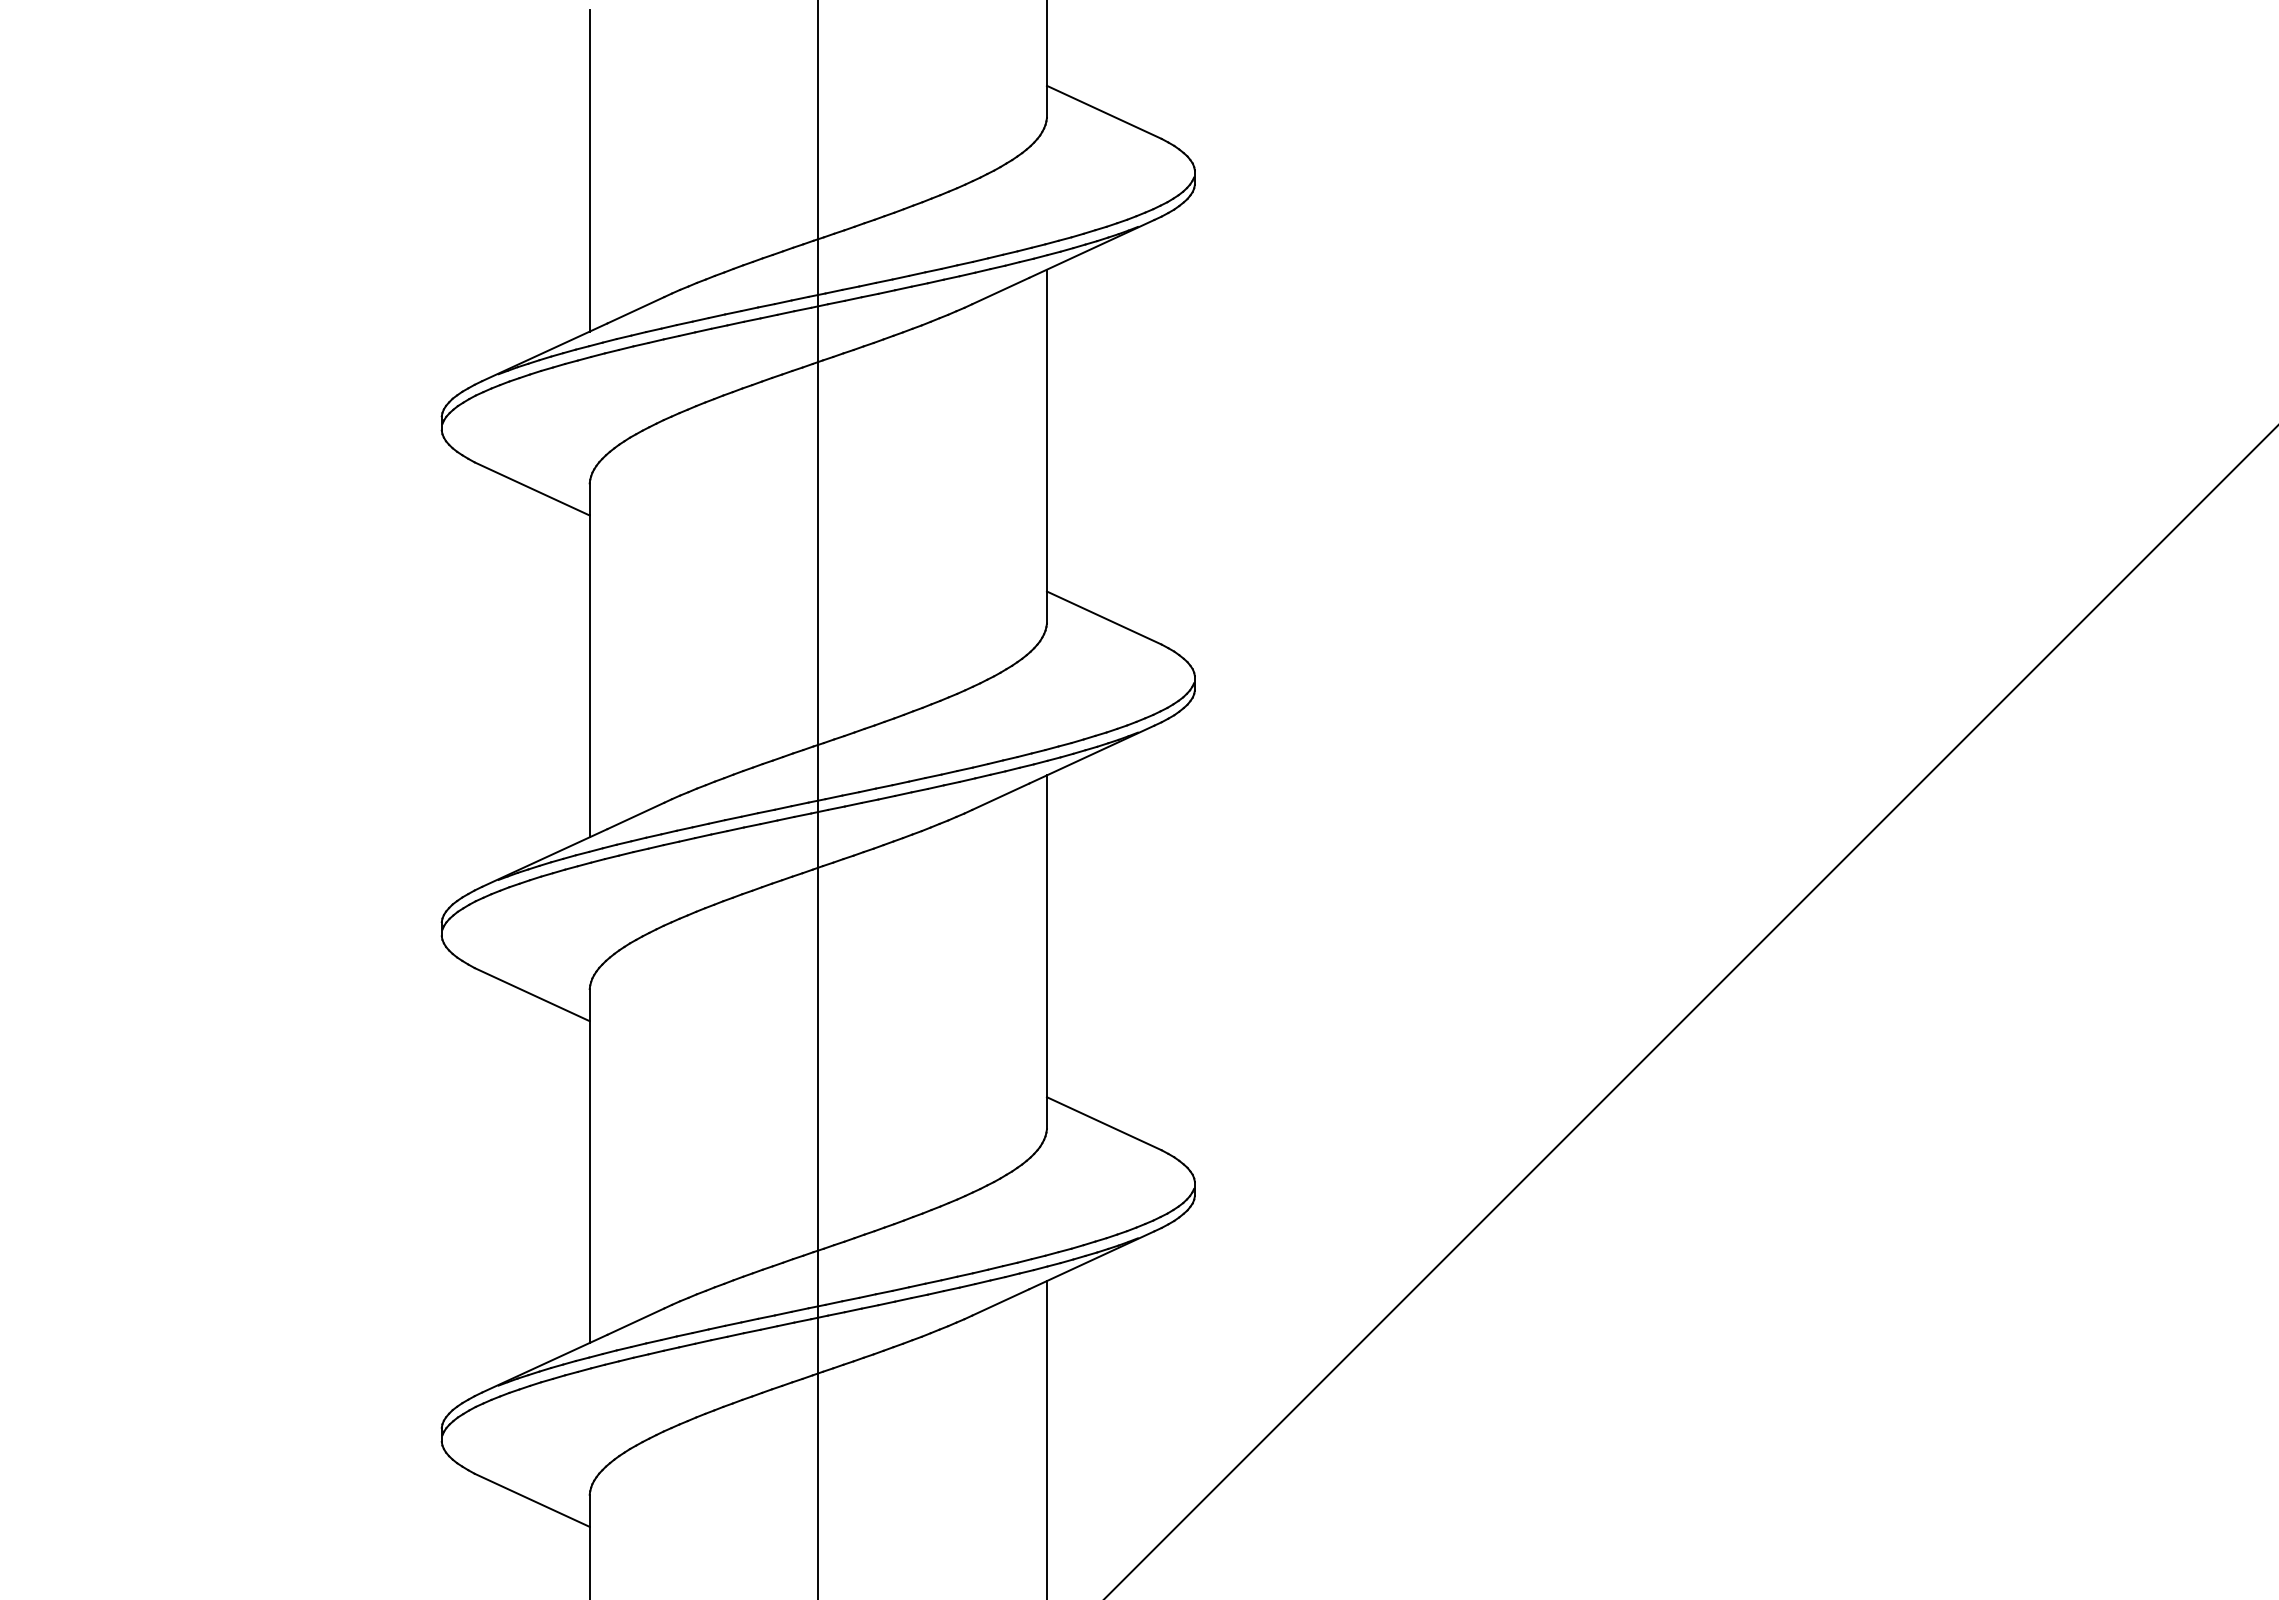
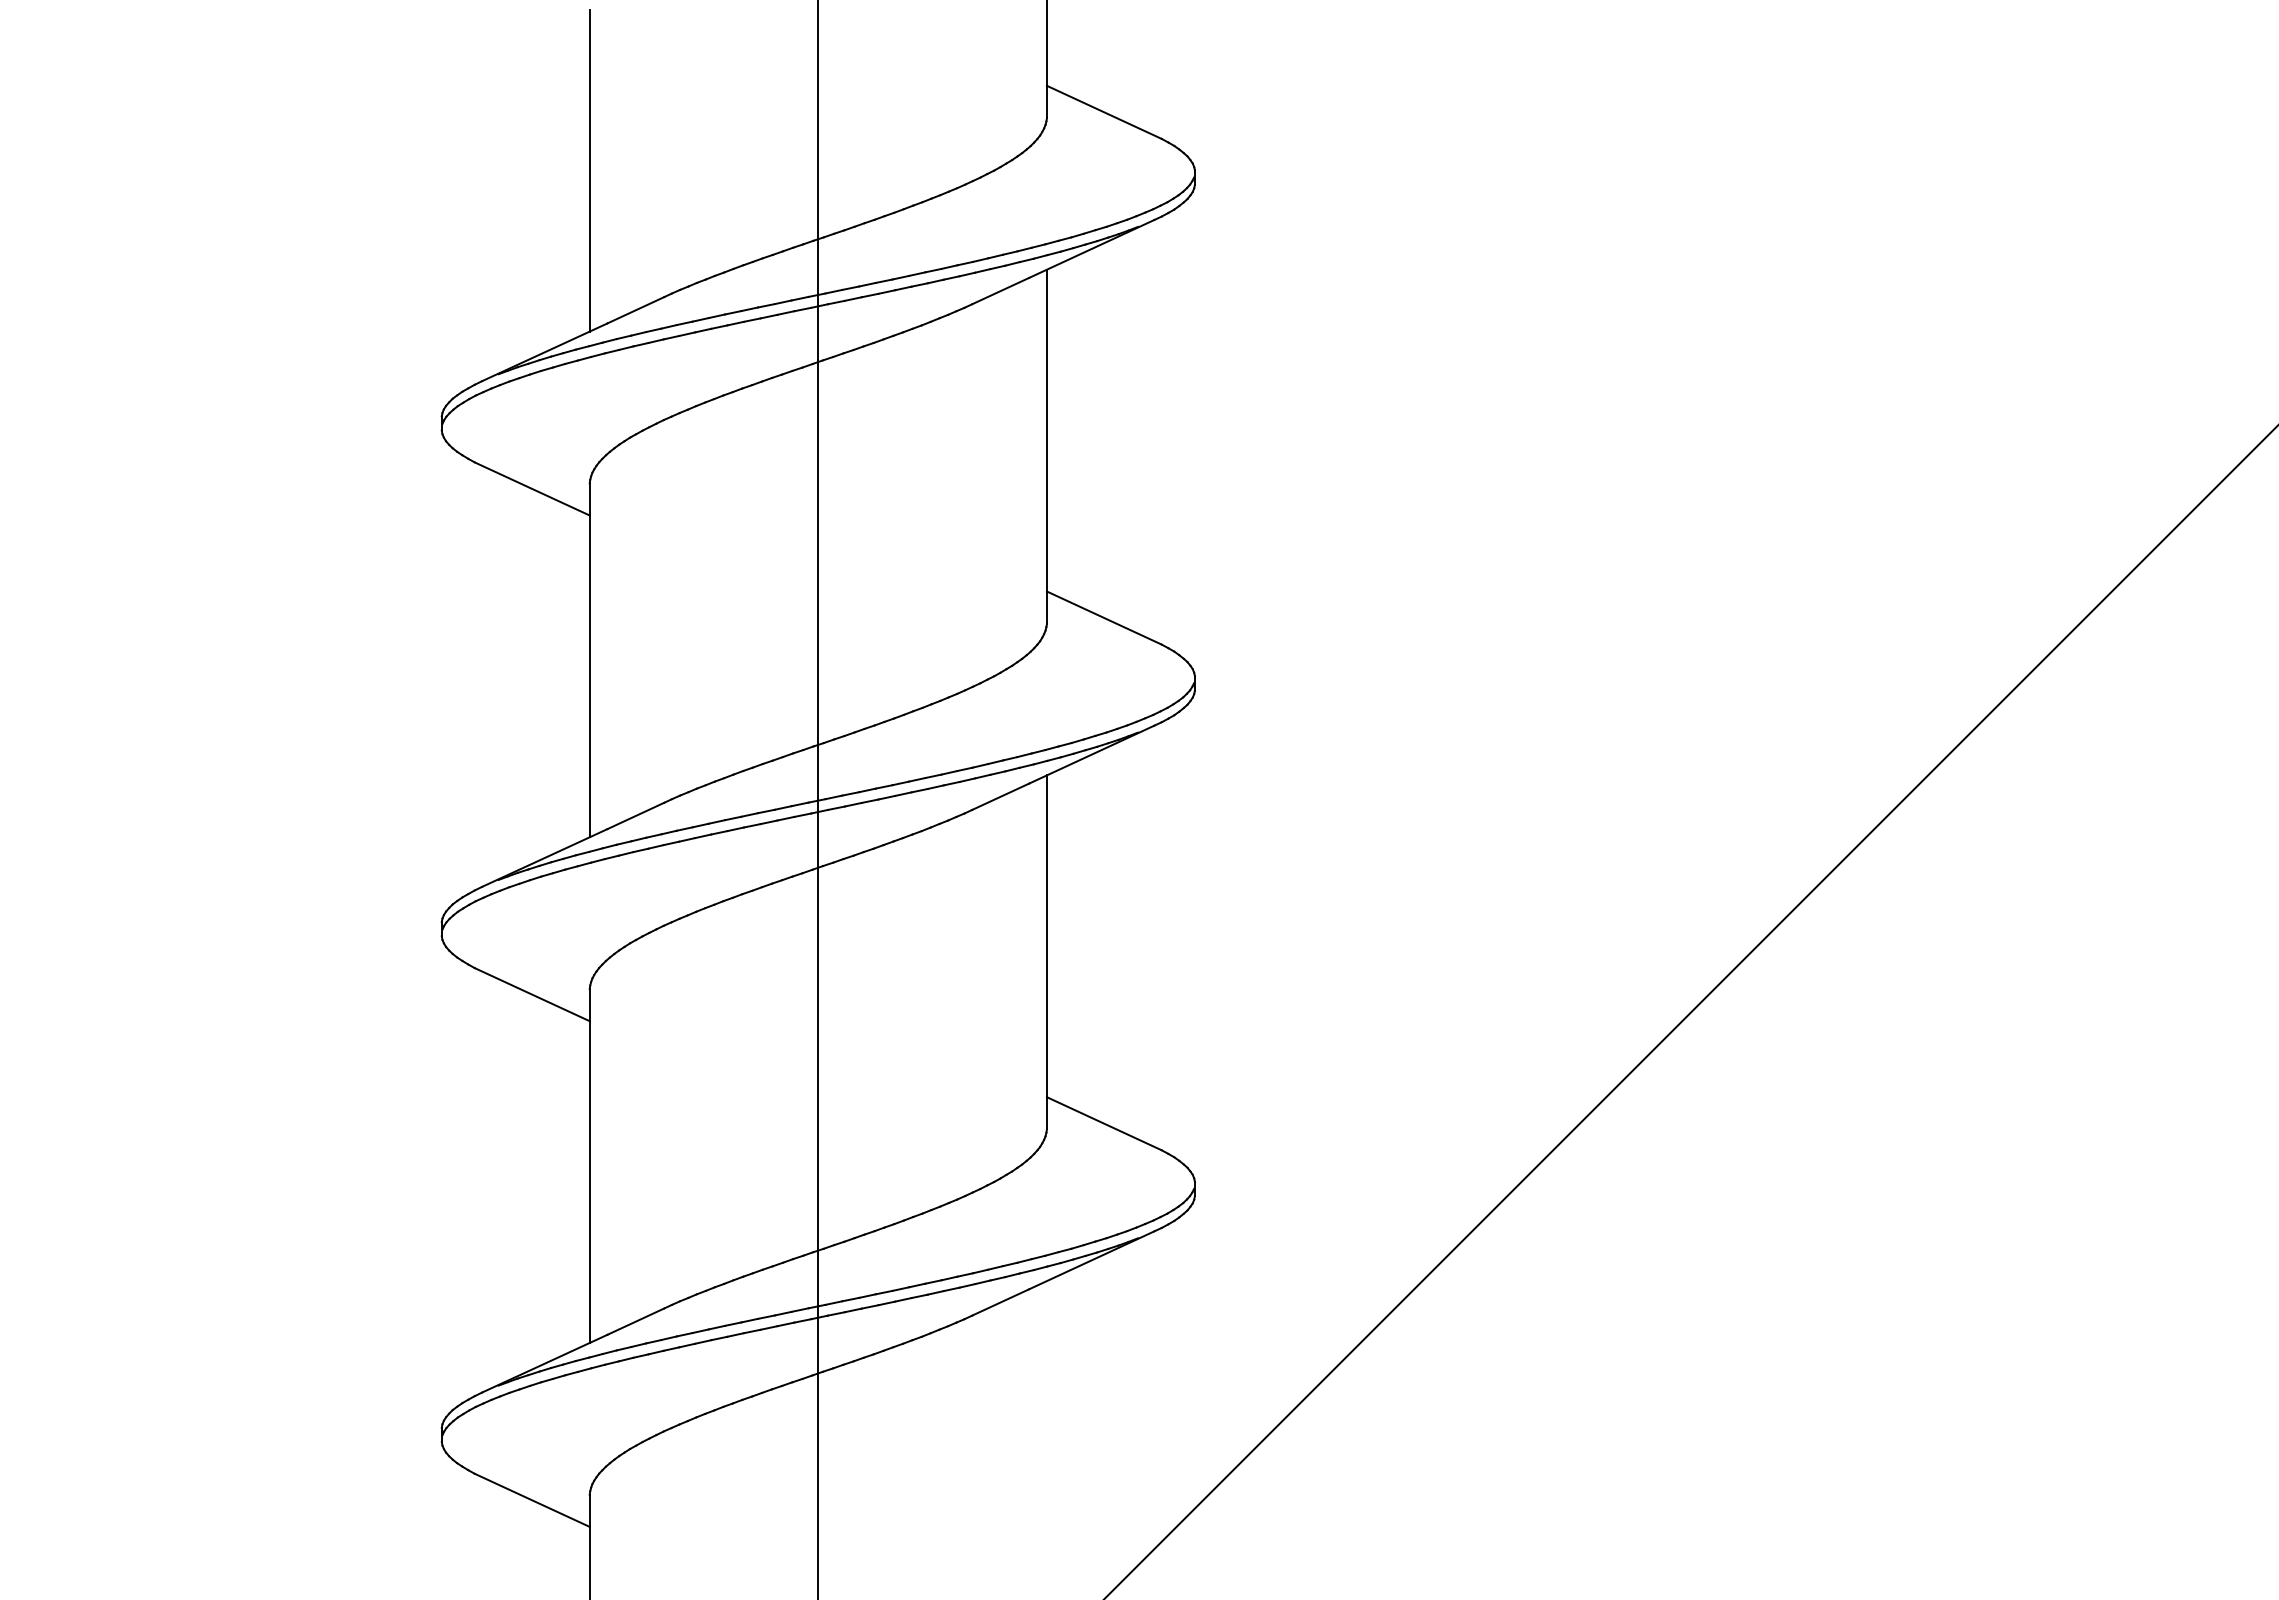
line at (1046, 1438): present -> none
